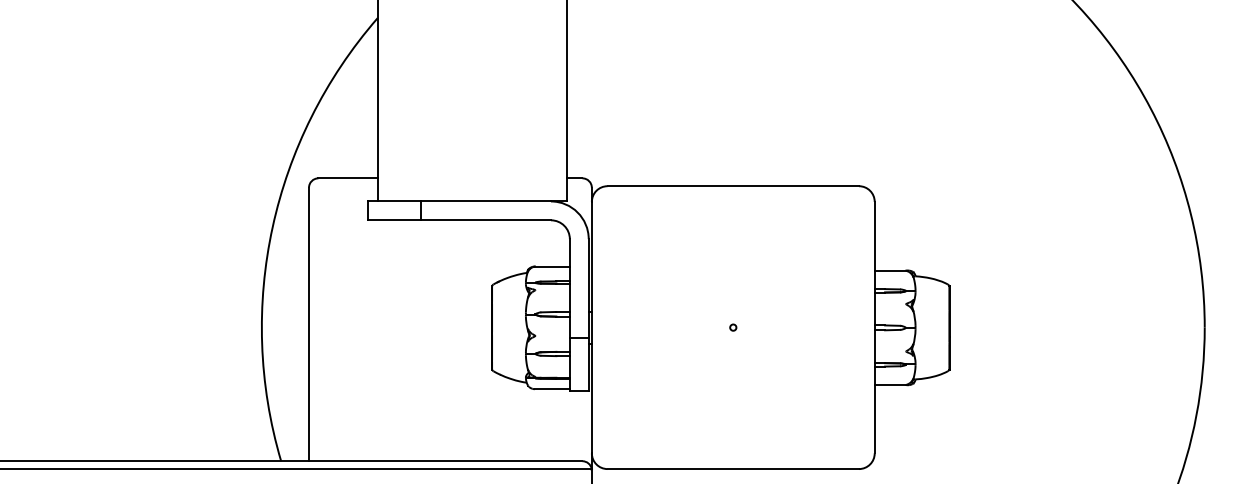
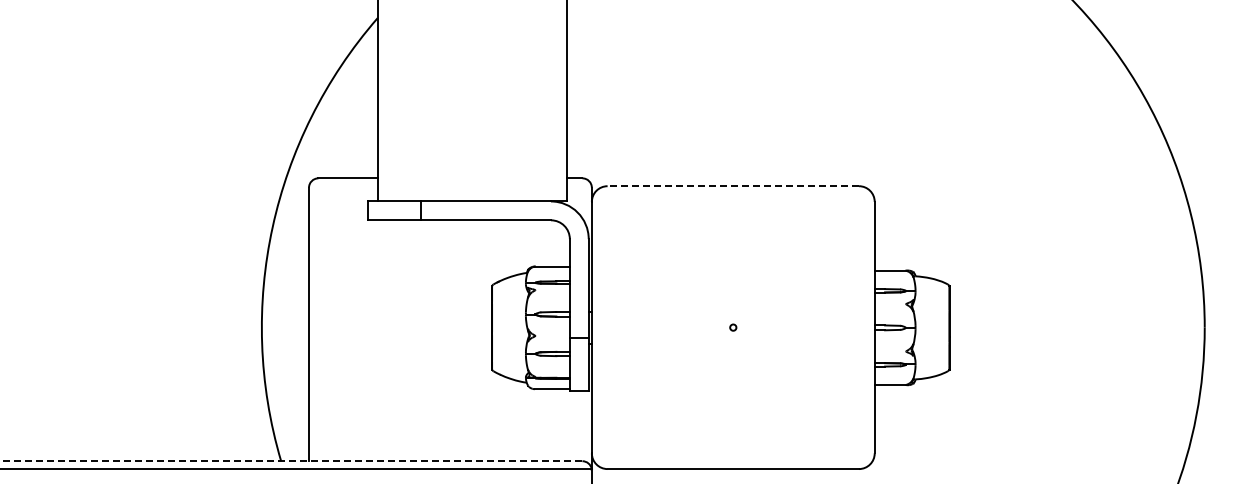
line at (733, 186): solid -> dashed
line at (291, 461): solid -> dashed
